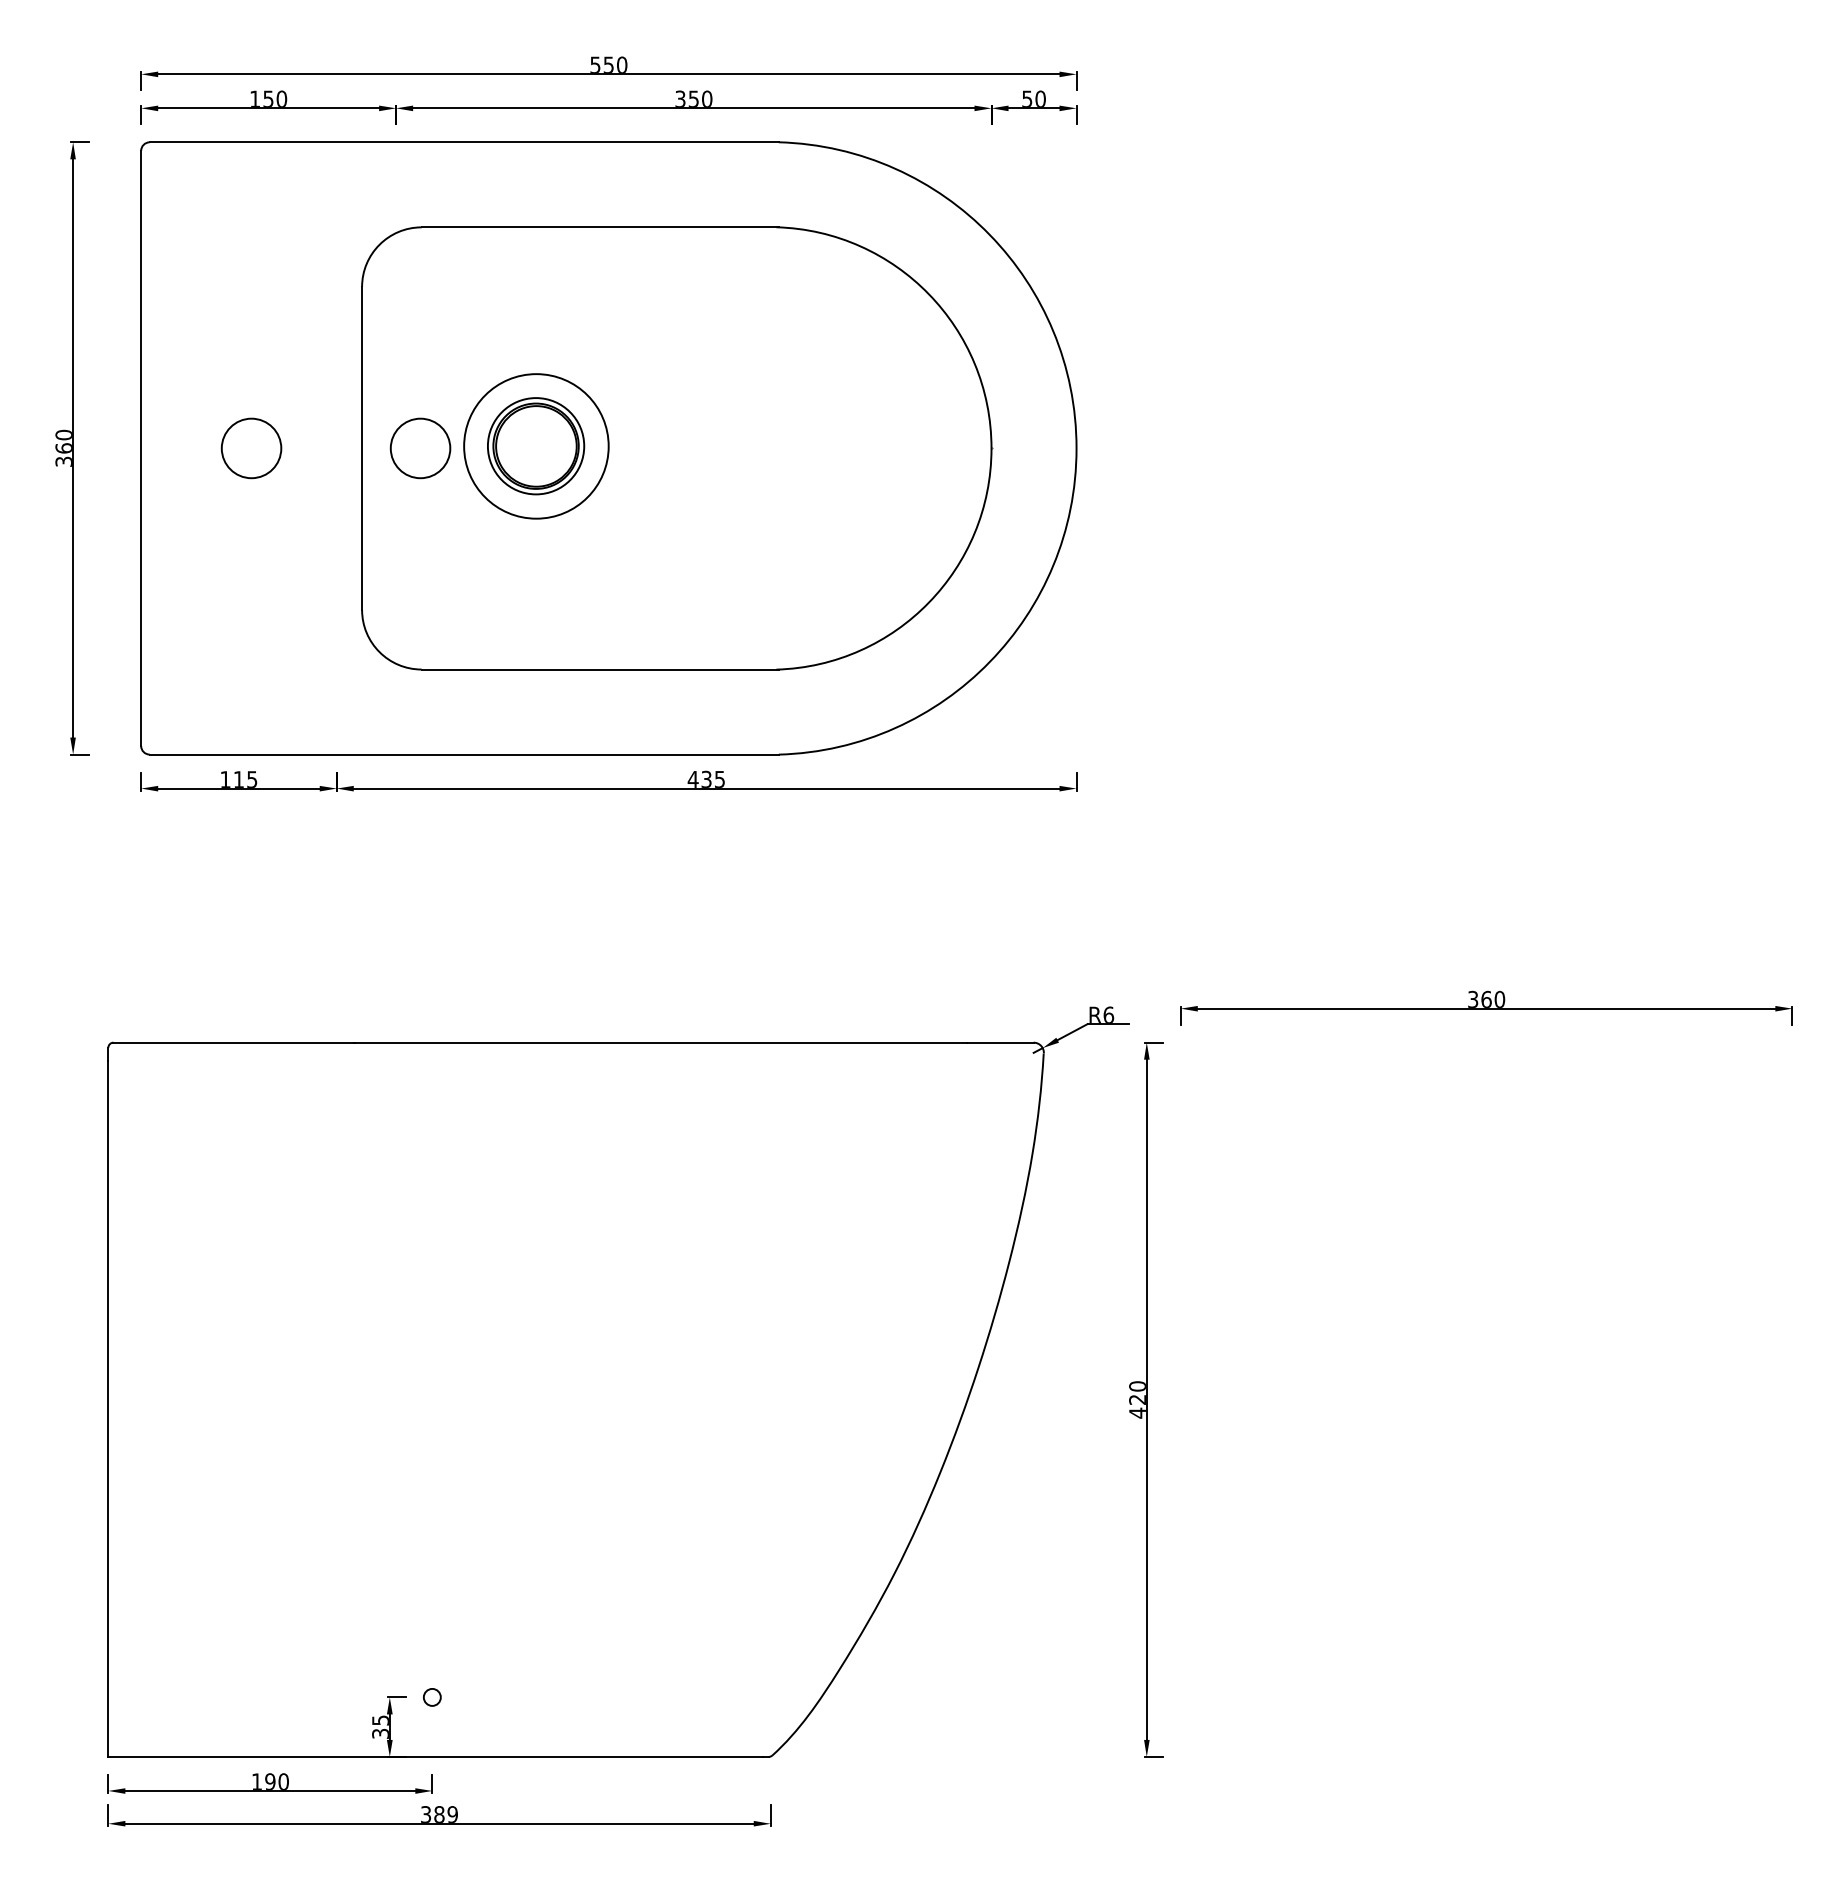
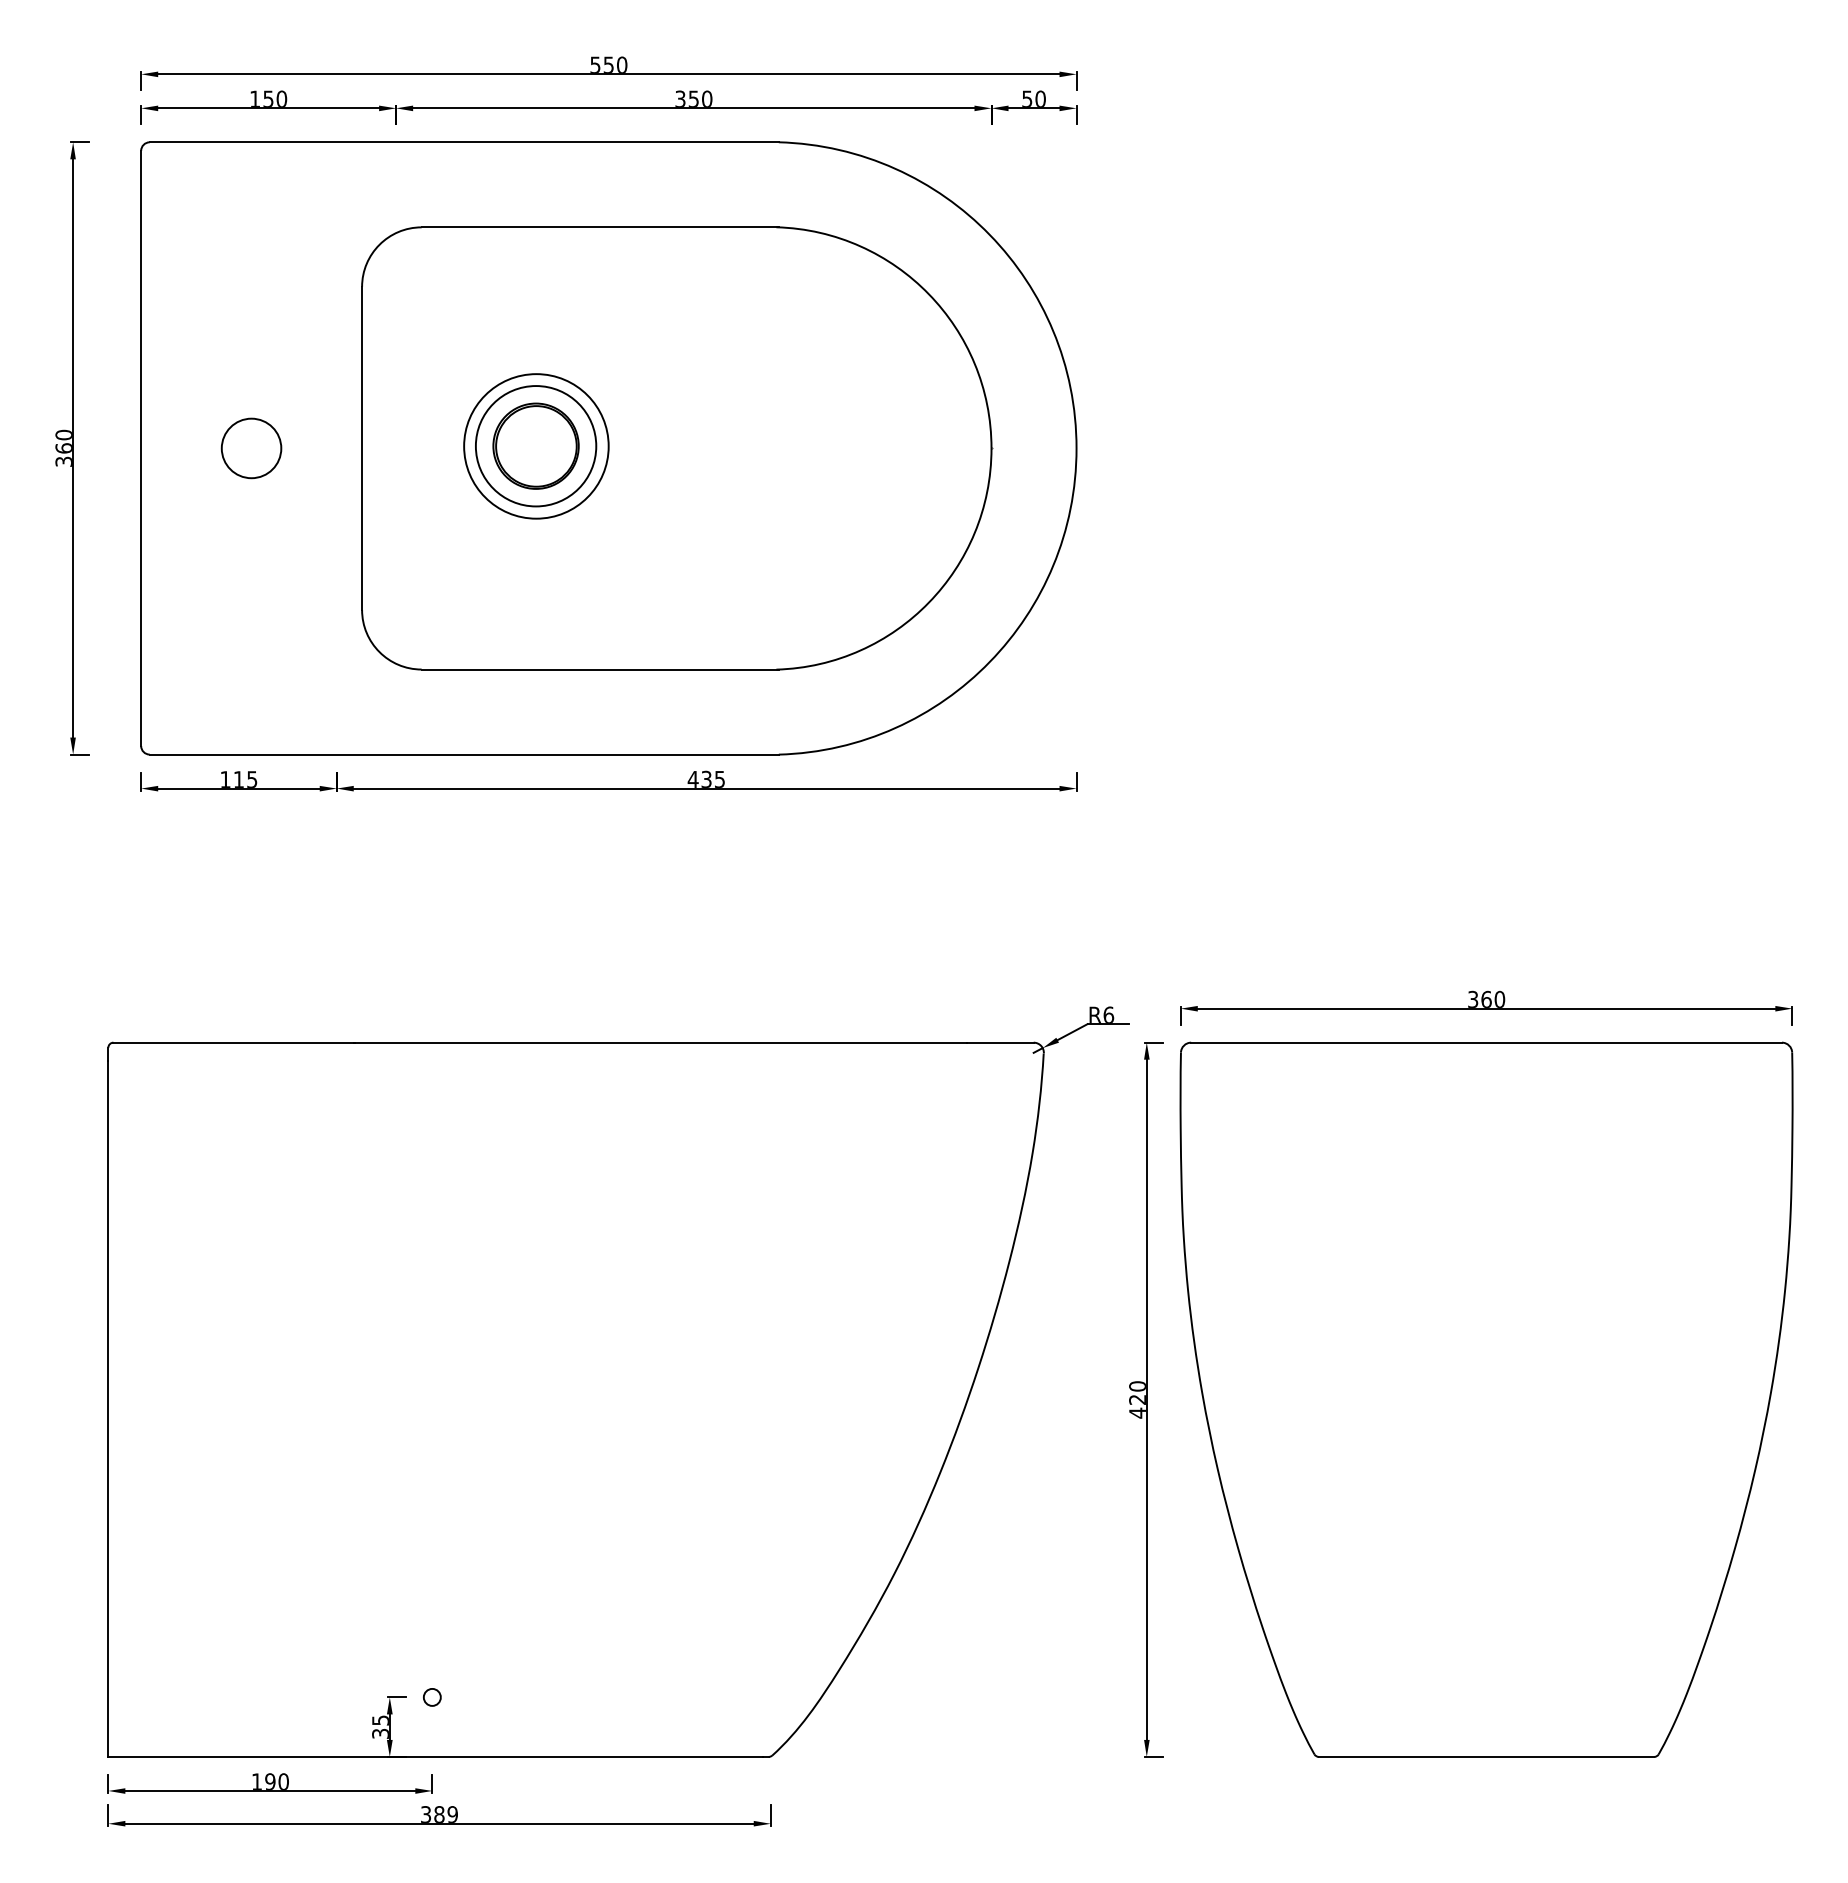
circle at (535, 446) diameter: 96 px -> 120 px
circle at (420, 448): present -> none
part at (1486, 1399): none -> present
